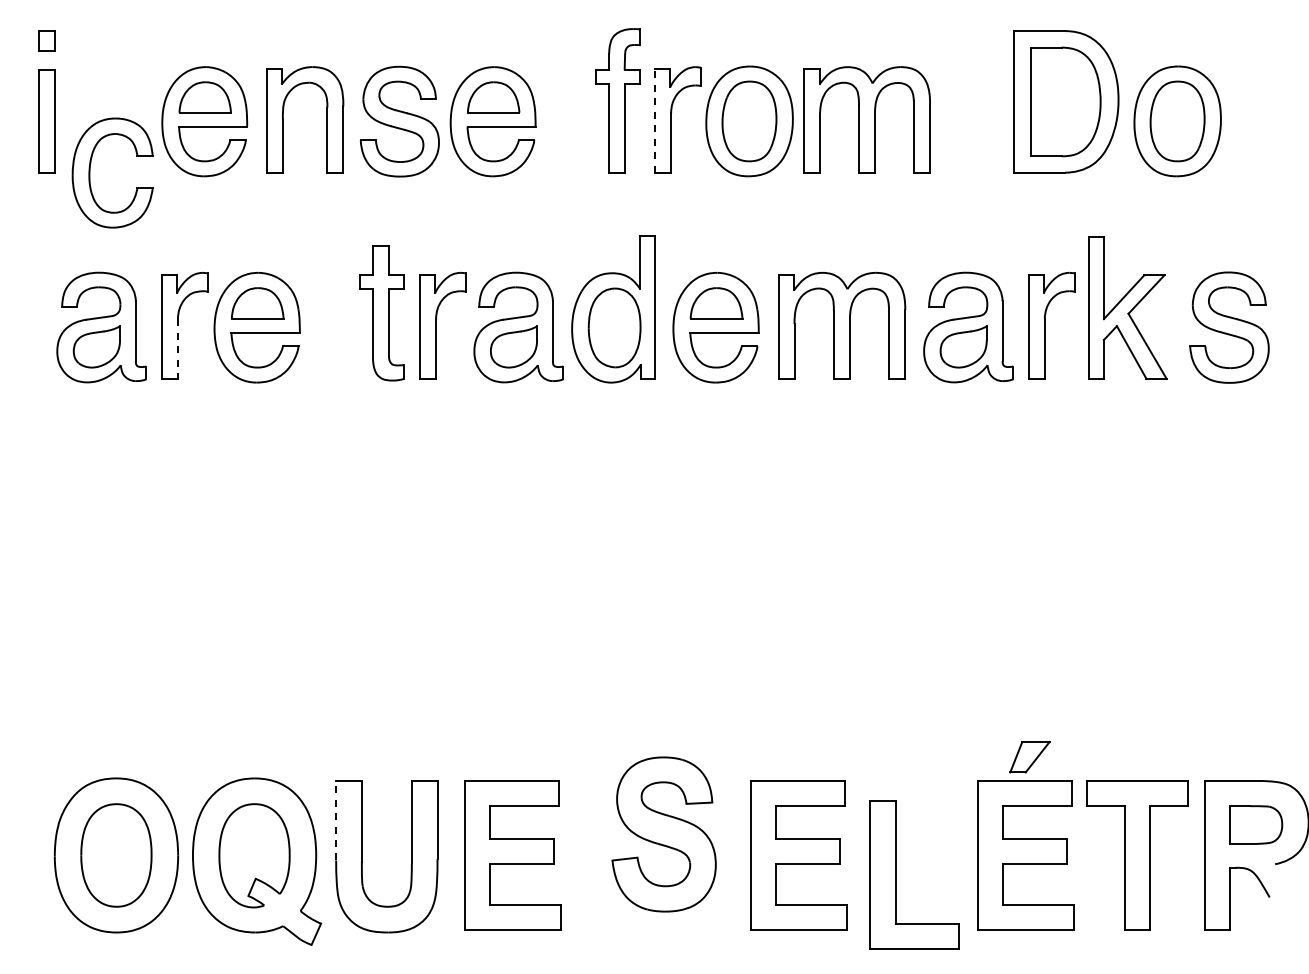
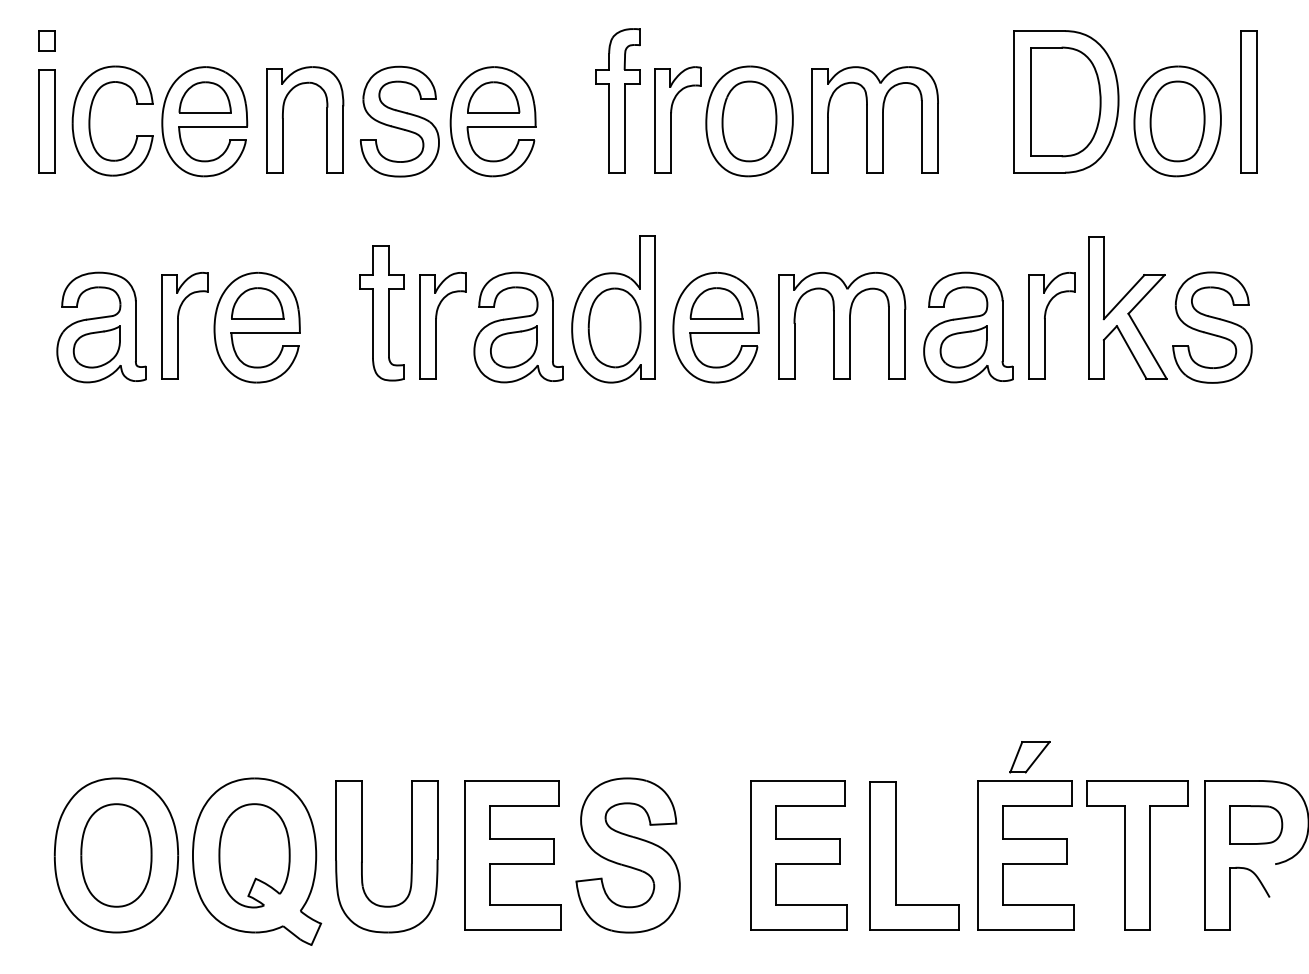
part at (1248, 101): none -> present
part at (866, 119) position: (866, 119) -> (874, 119)
line at (655, 121): dashed -> solid
part at (90, 172) position: (90, 172) -> (90, 120)
part at (1229, 327) position: (1229, 327) -> (1212, 327)
line at (177, 349): dashed -> solid
line at (336, 820): dashed -> solid
part at (663, 834) position: (663, 834) -> (627, 855)
part at (896, 874) position: (896, 874) -> (896, 855)
